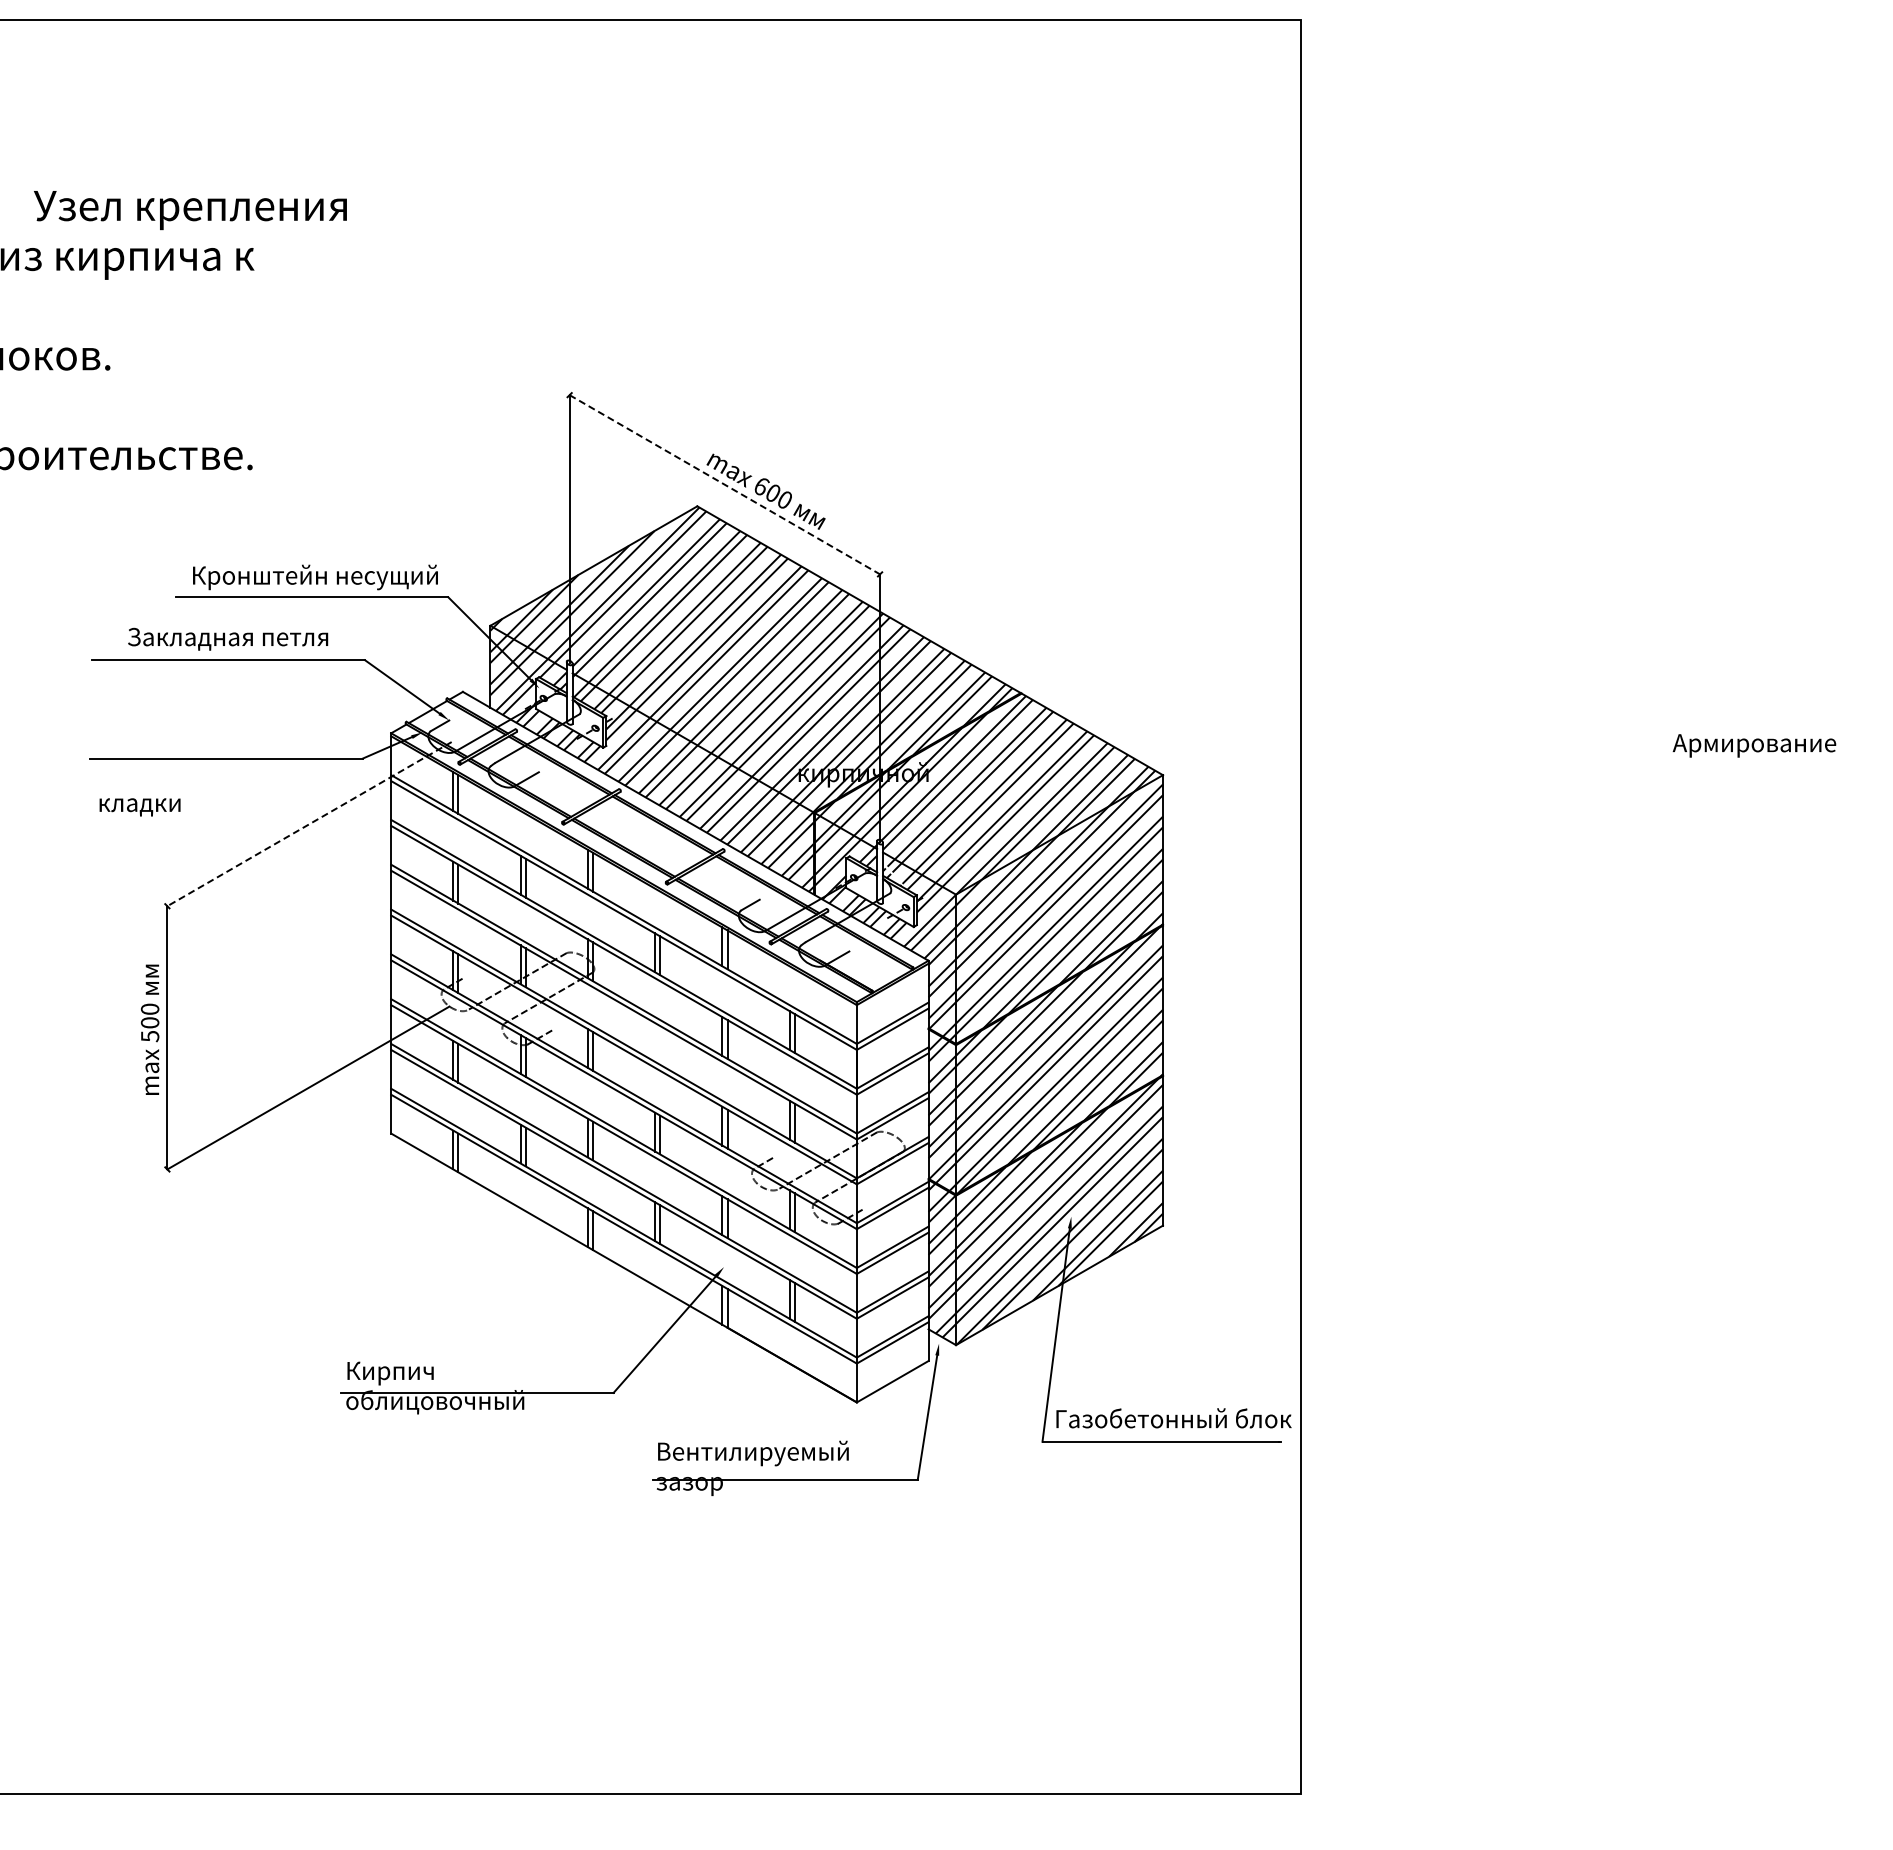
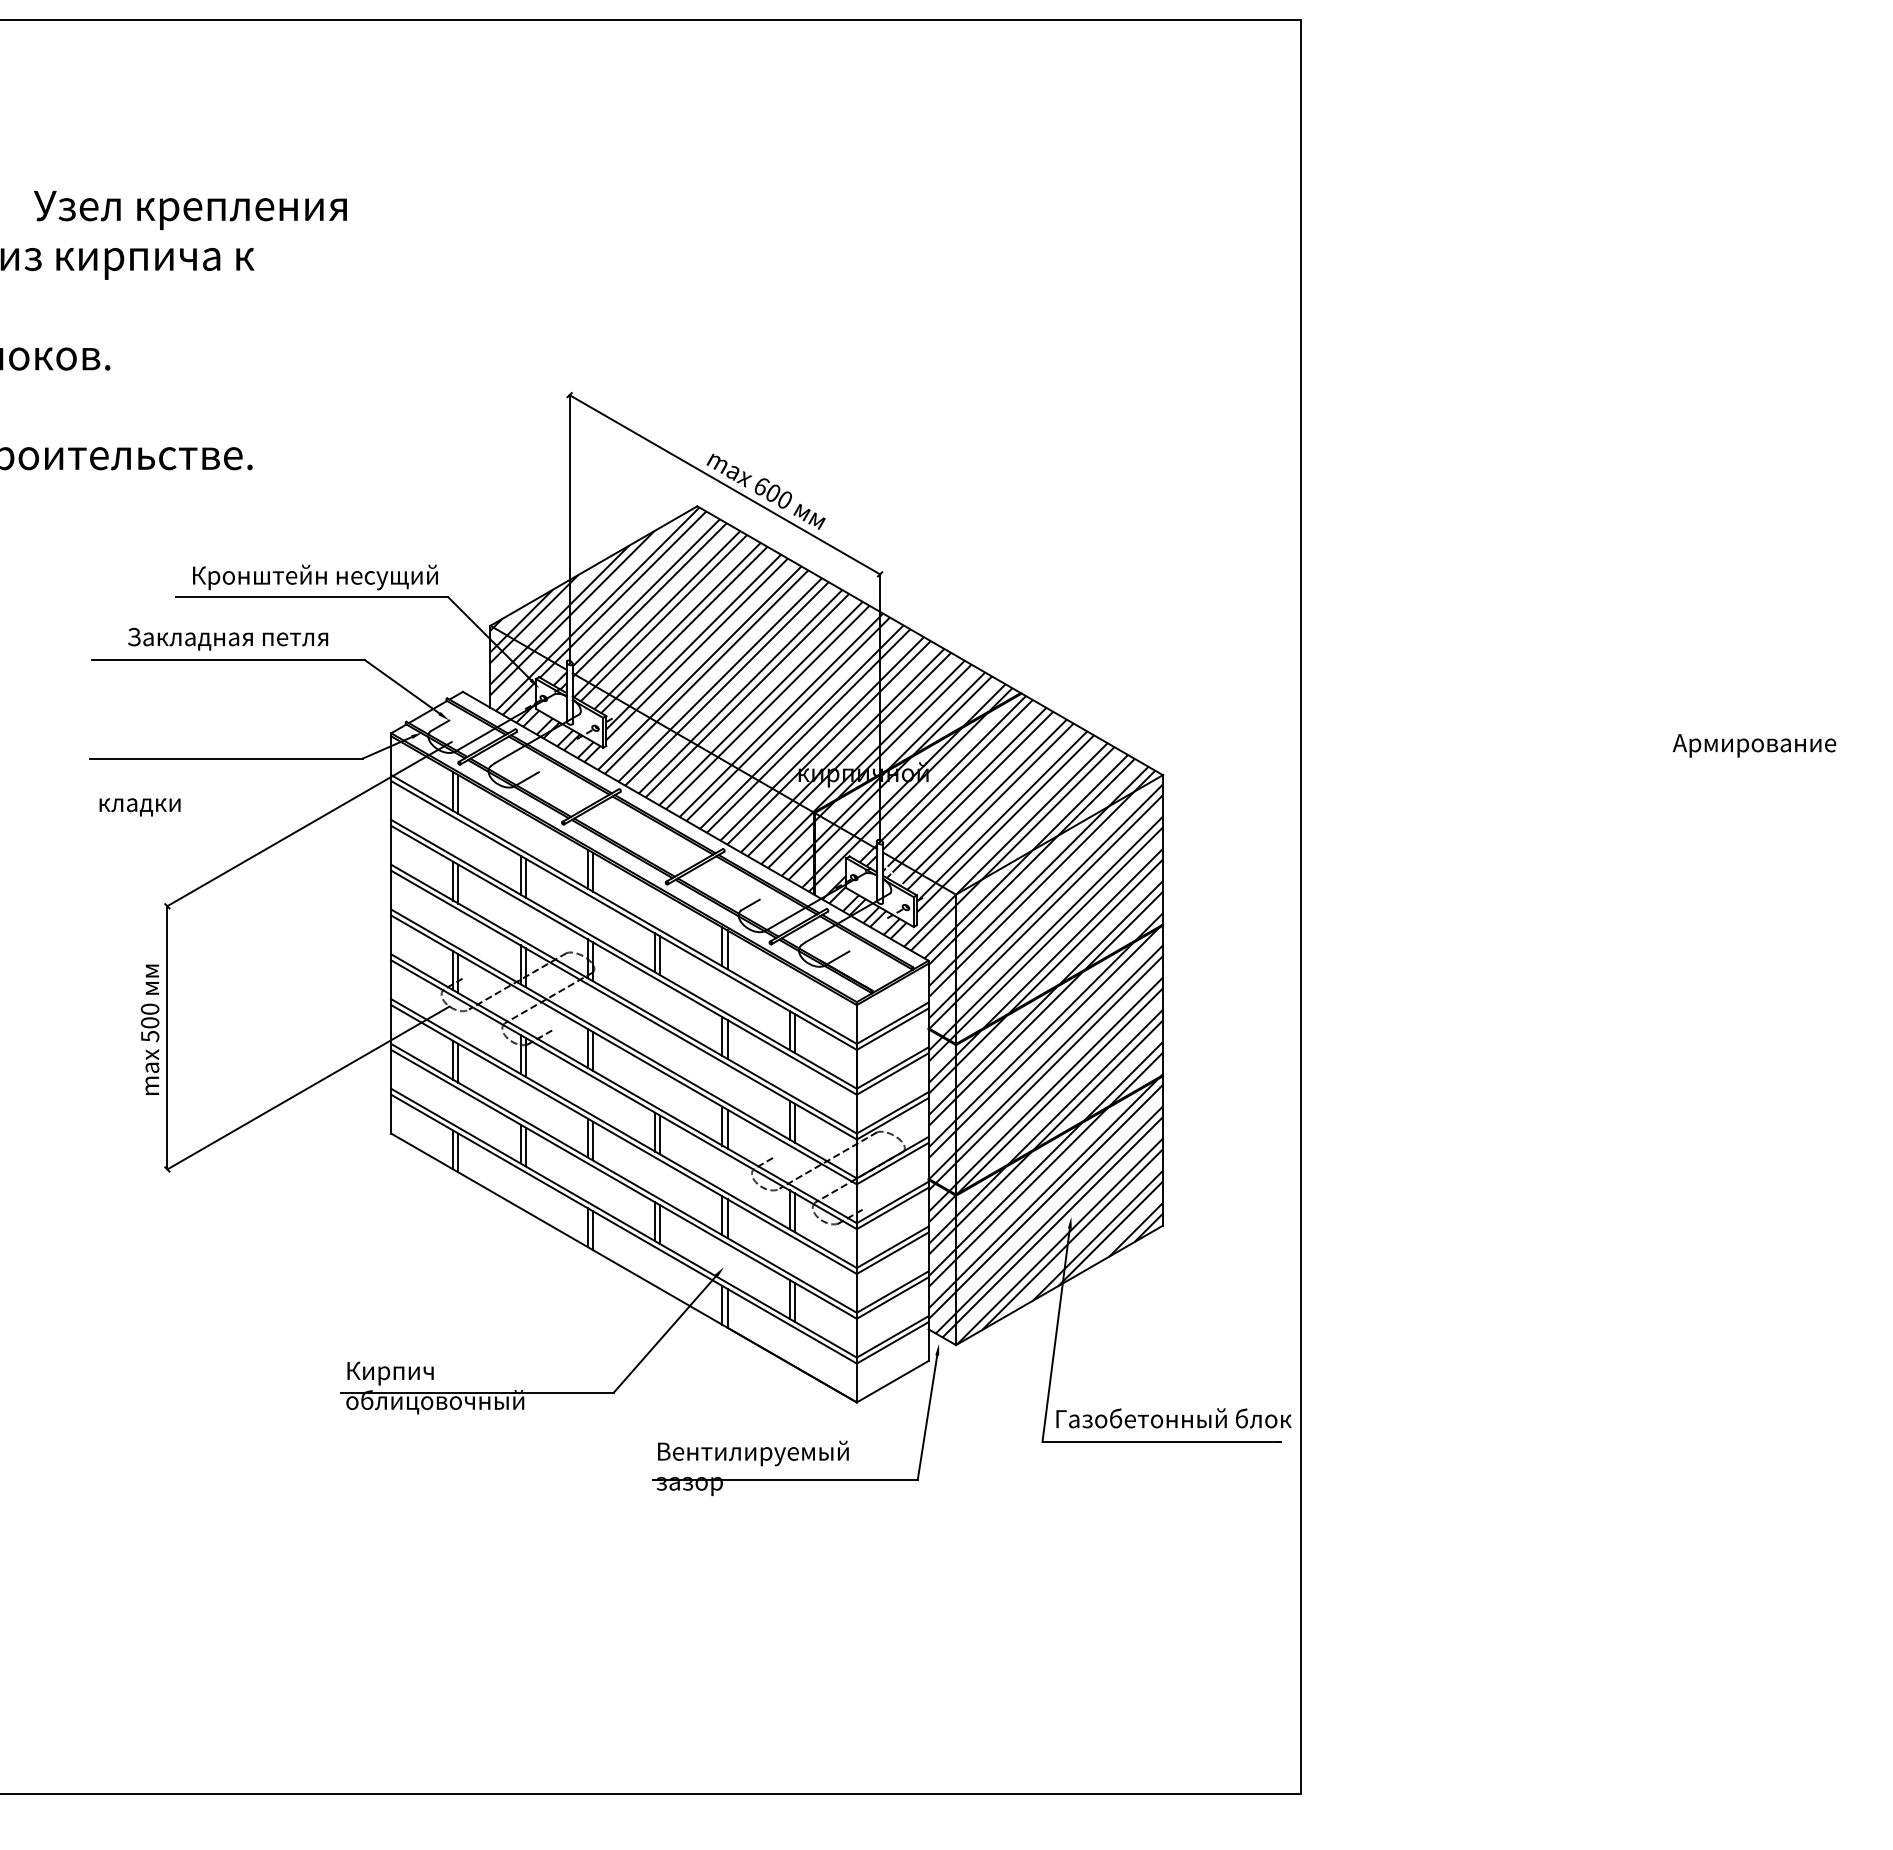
line at (725, 485): dashed -> solid
line at (309, 824): dashed -> solid
